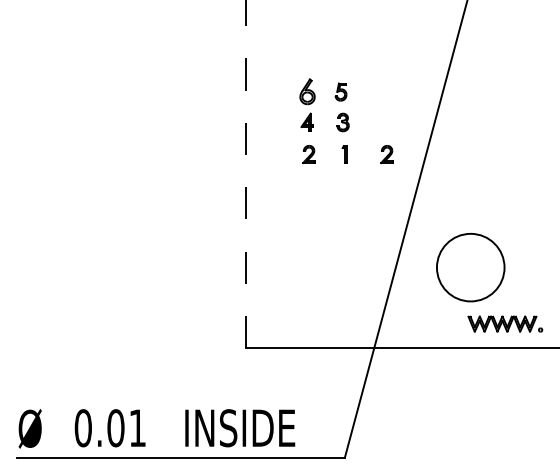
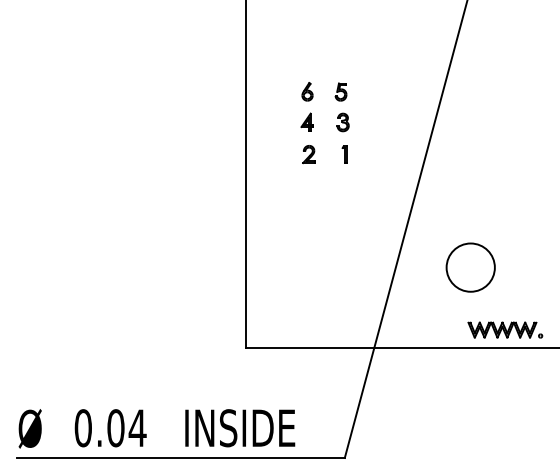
part at (307, 91) size: 17x28 px -> 13x20 px
part at (386, 154): present -> none
line at (246, 174): dashed -> solid
circle at (470, 267) diameter: 68 px -> 48 px
part at (505, 323) position: (505, 323) -> (505, 329)
text at (137, 427): 0.01 -> 0.04
